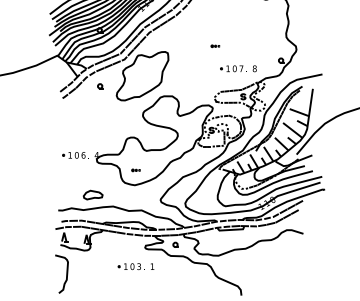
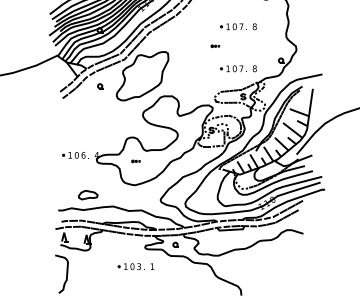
part at (238, 26): none -> present
part at (135, 170) position: (135, 170) -> (135, 161)
part at (92, 194) position: (92, 194) -> (87, 194)
